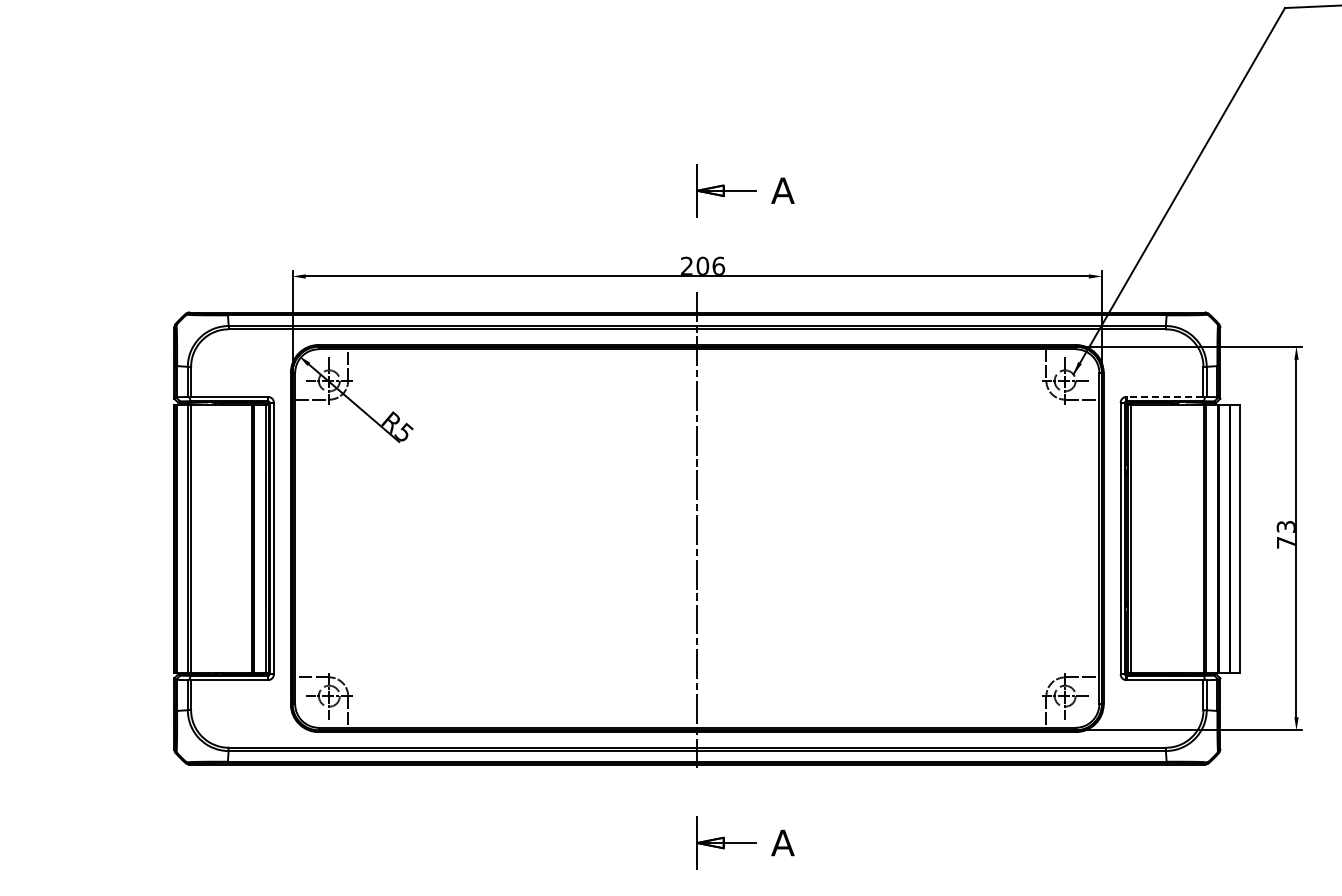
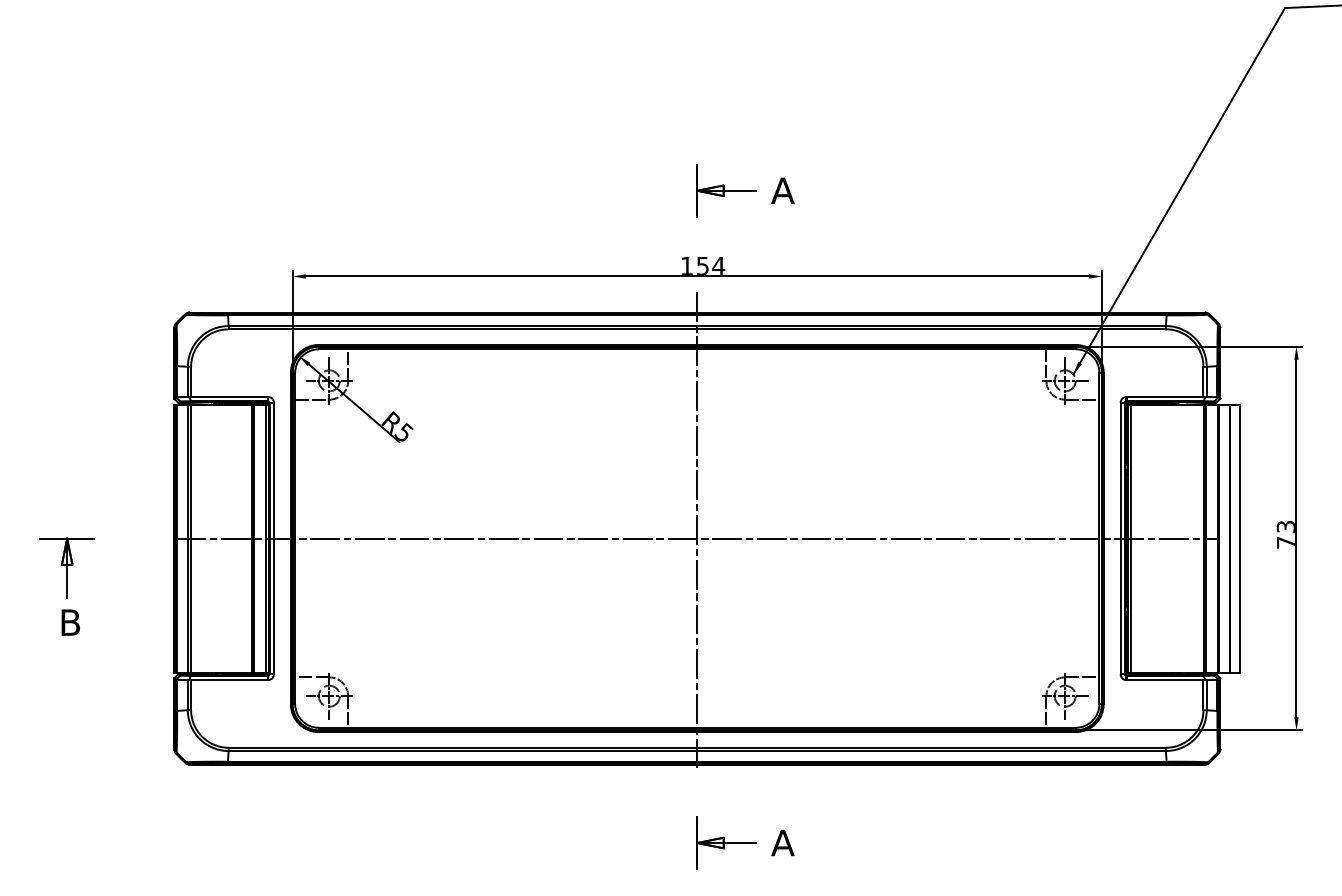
text at (703, 265): 206 -> 154
line at (1164, 396): dashed -> solid
line at (697, 538): none -> present
part at (66, 586): none -> present
